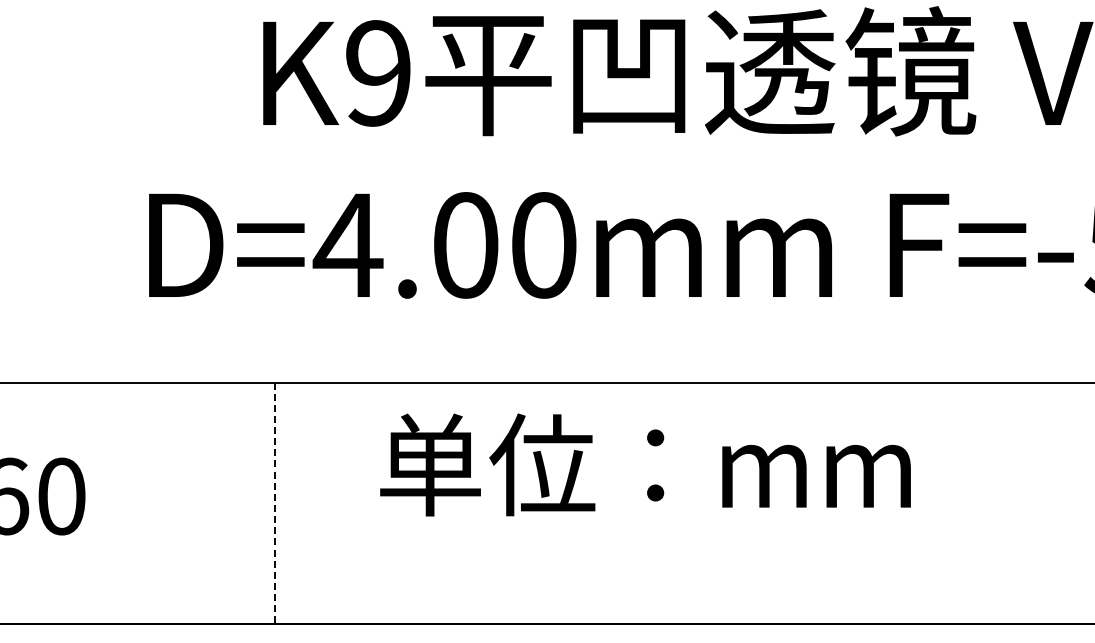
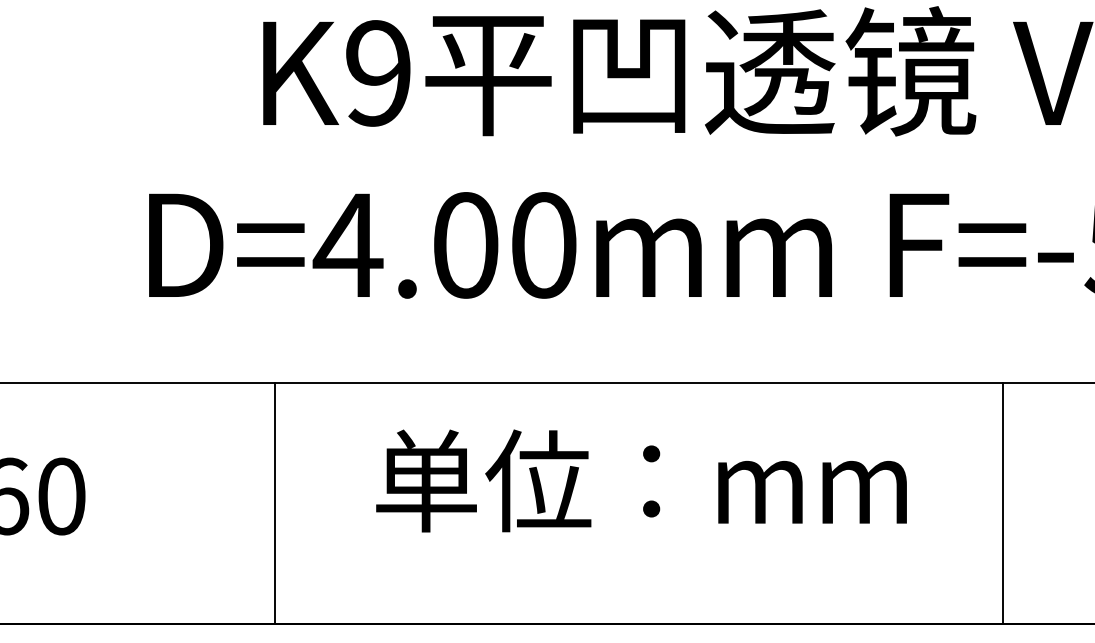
text at (645, 464) position: (645, 464) -> (641, 480)
line at (1002, 502): none -> present
line at (275, 503): dashed -> solid
